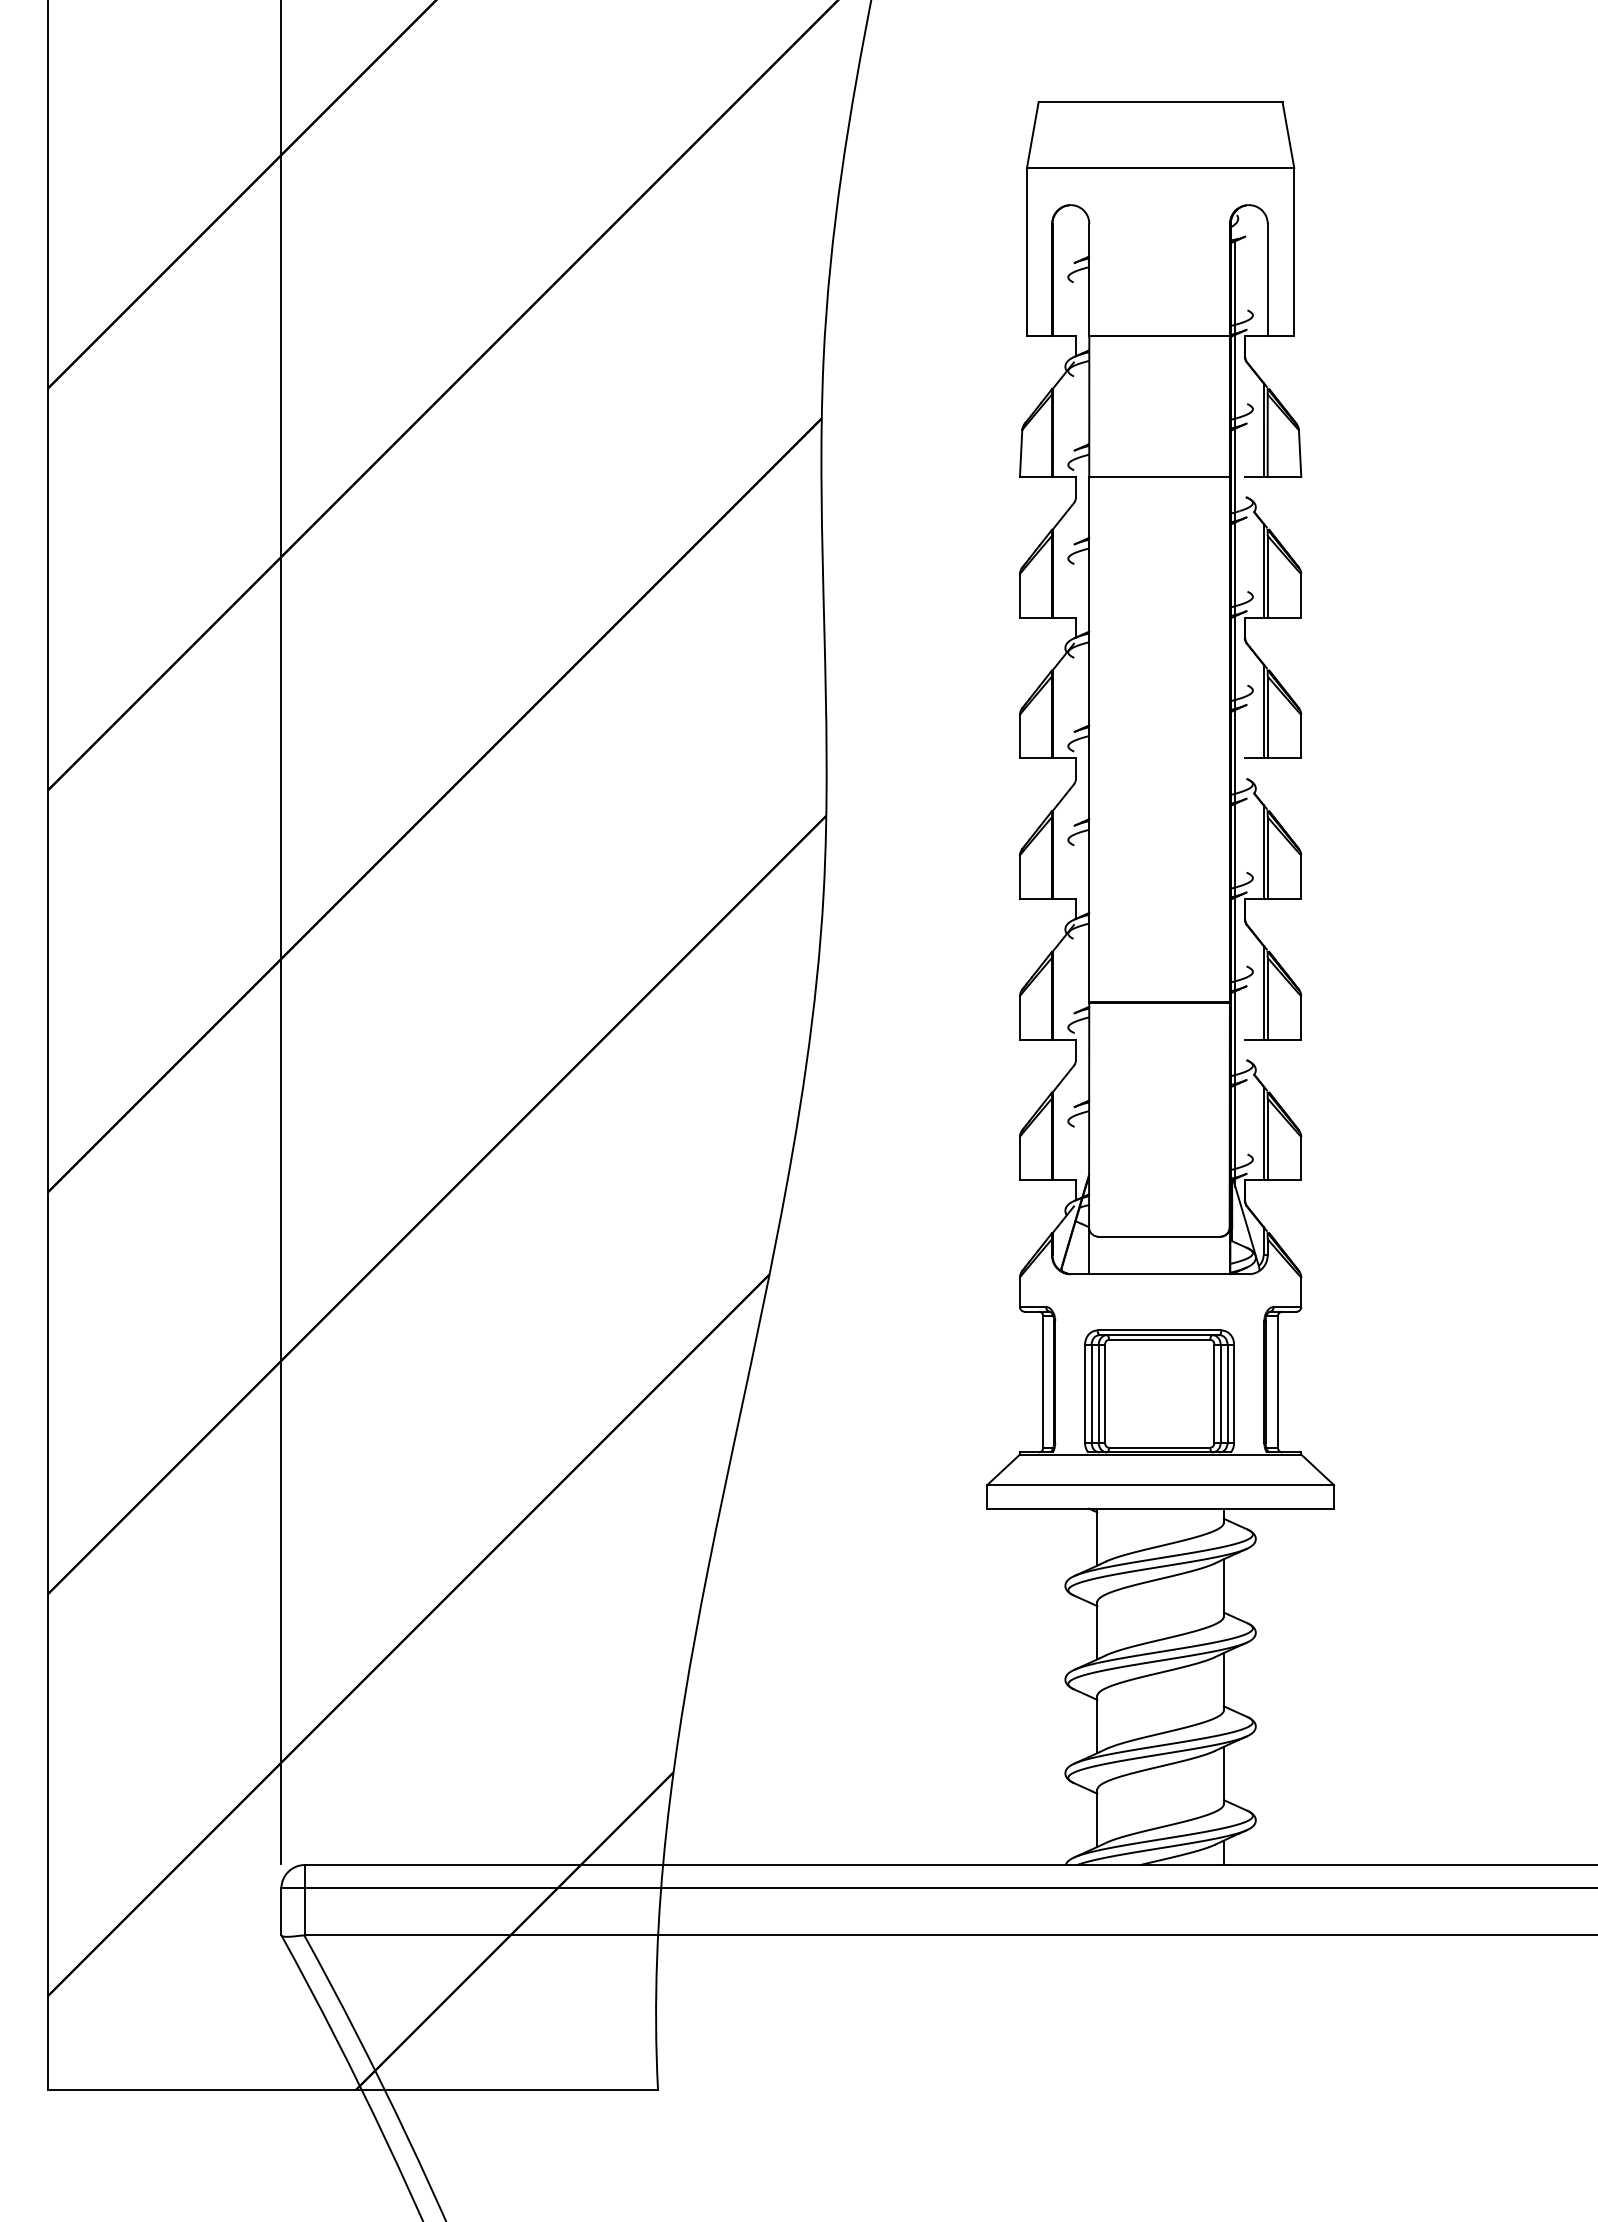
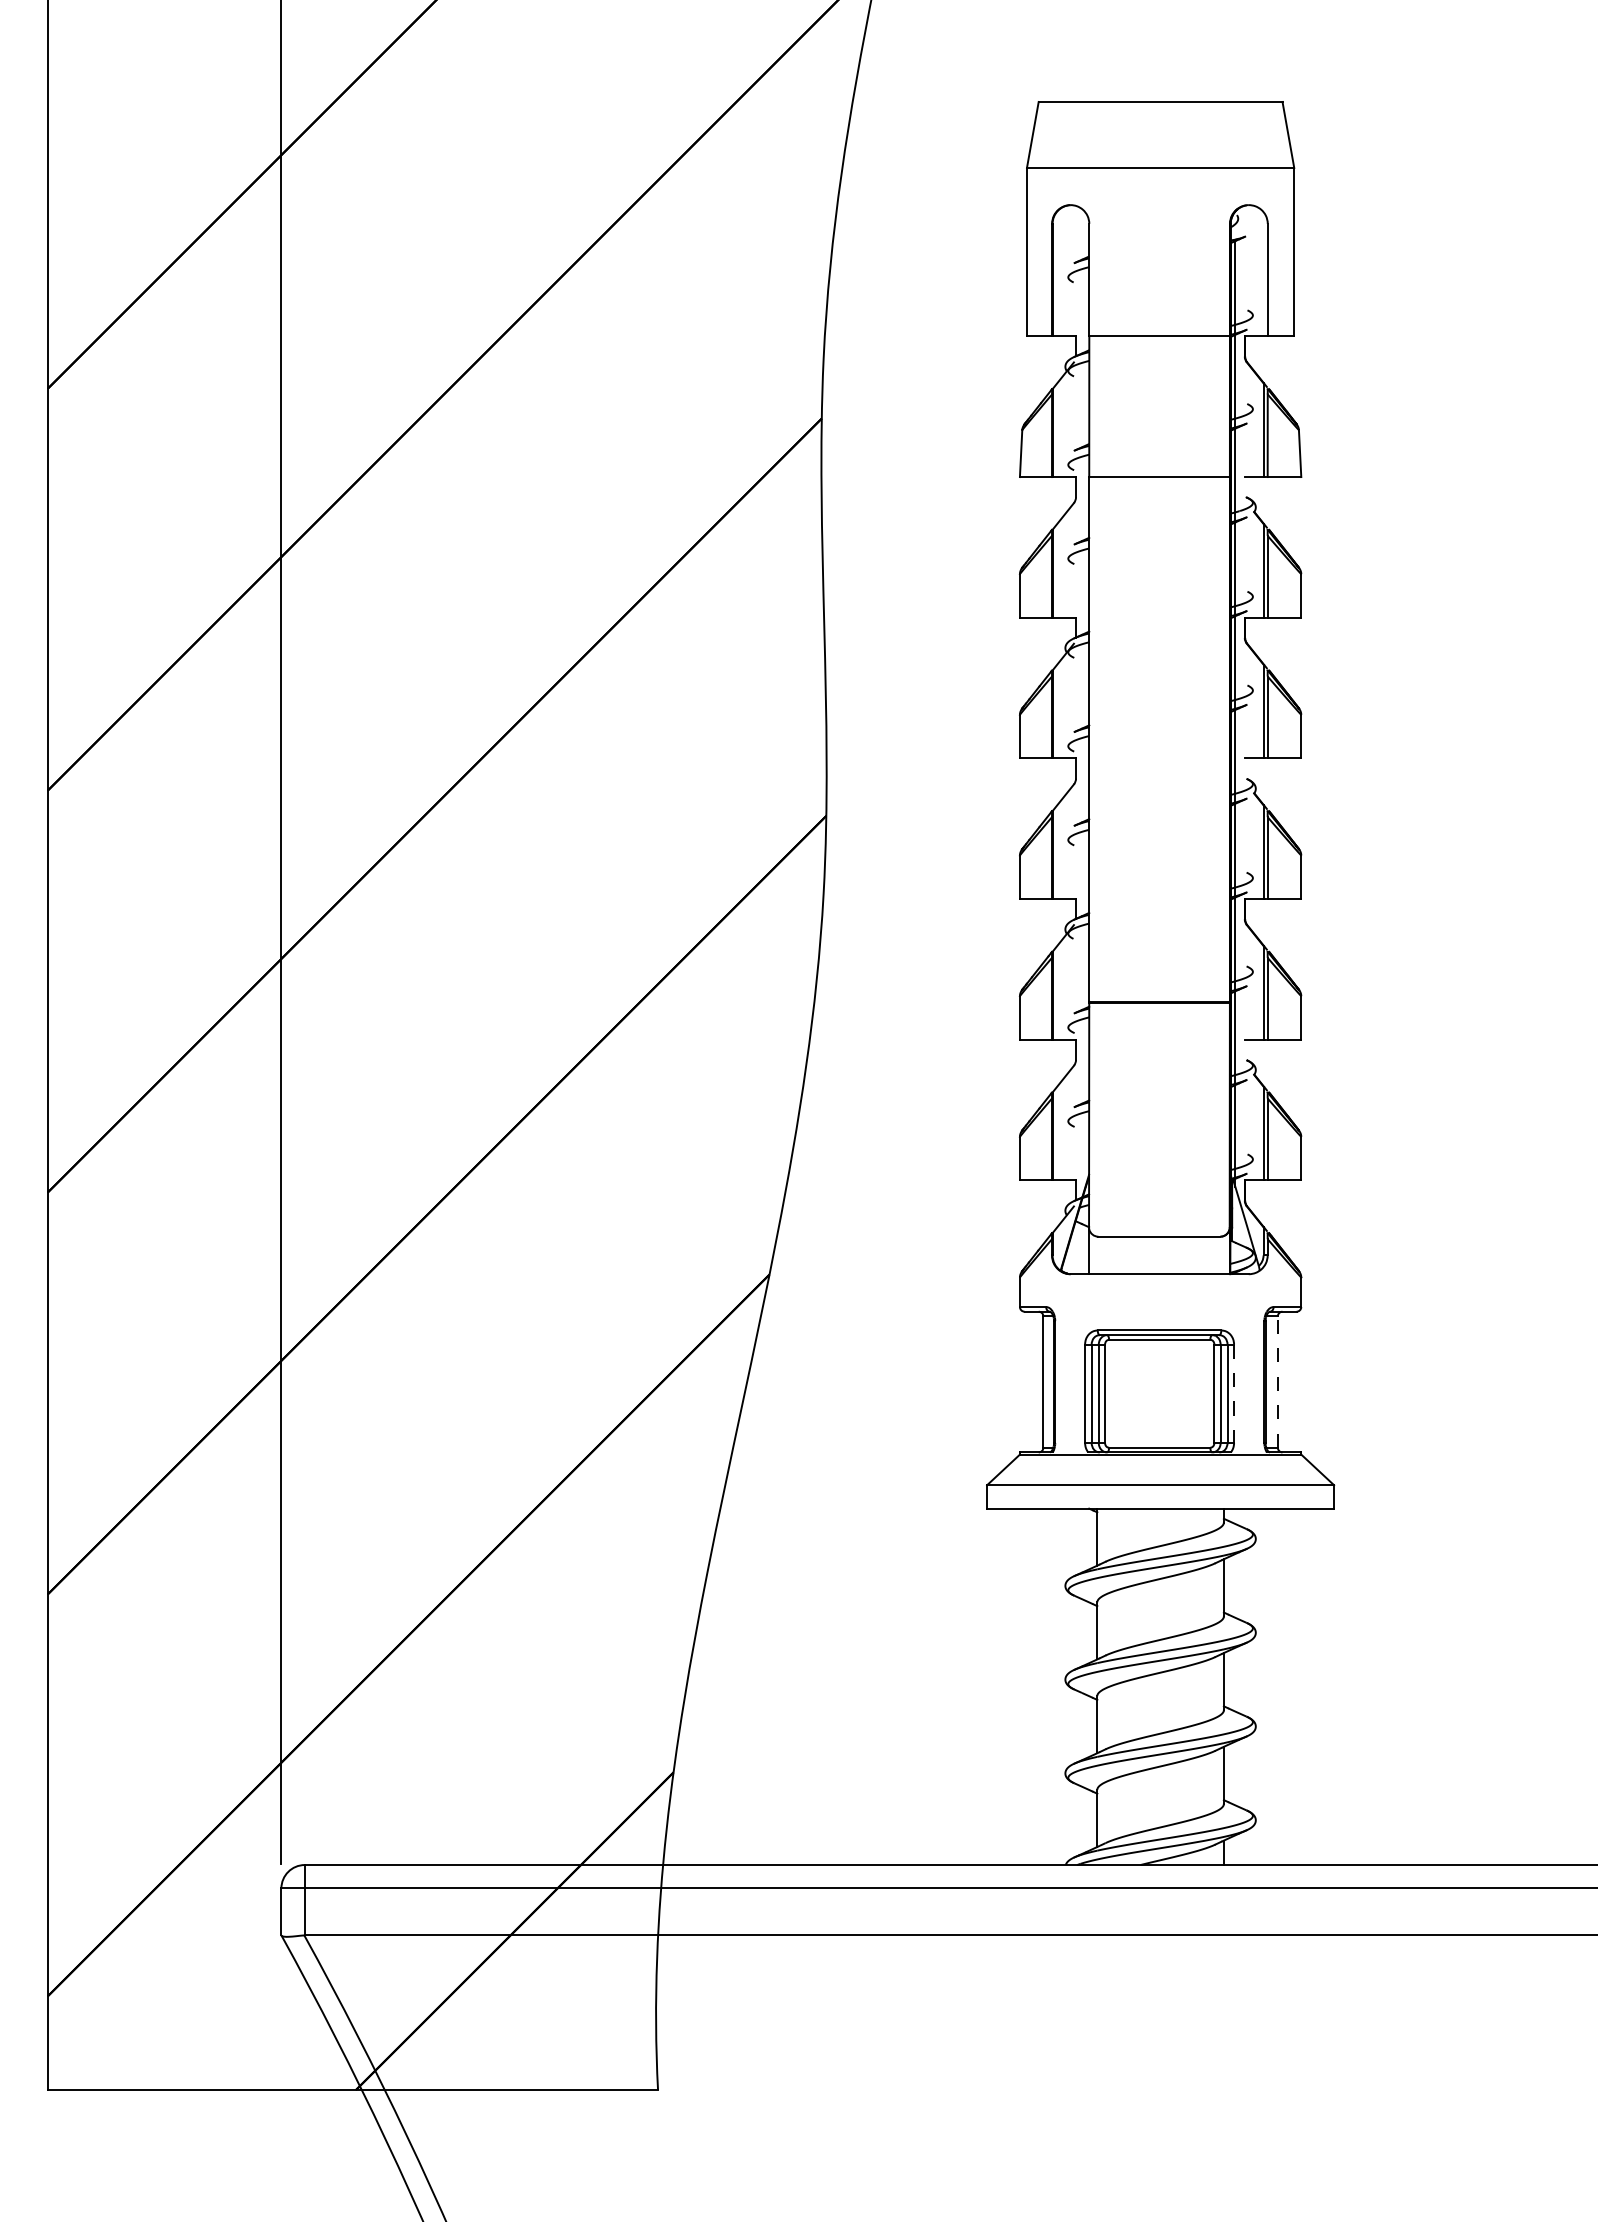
line at (1277, 1382): solid -> dashed
line at (1234, 1394): solid -> dashed
